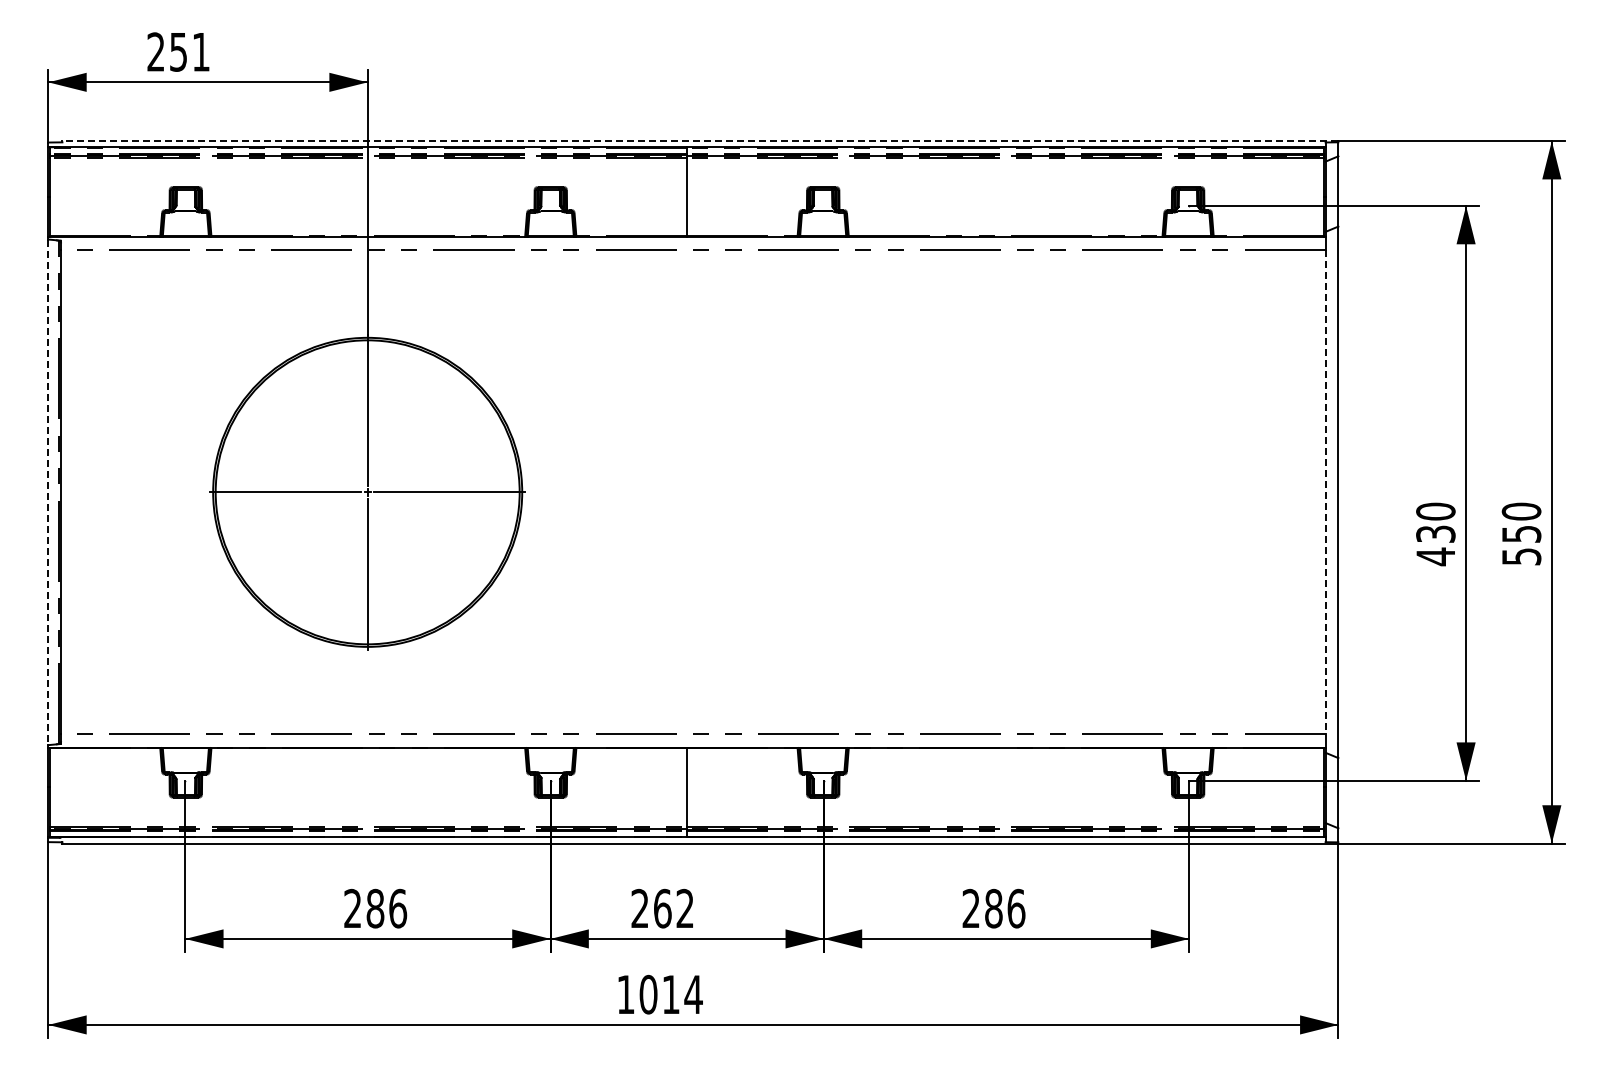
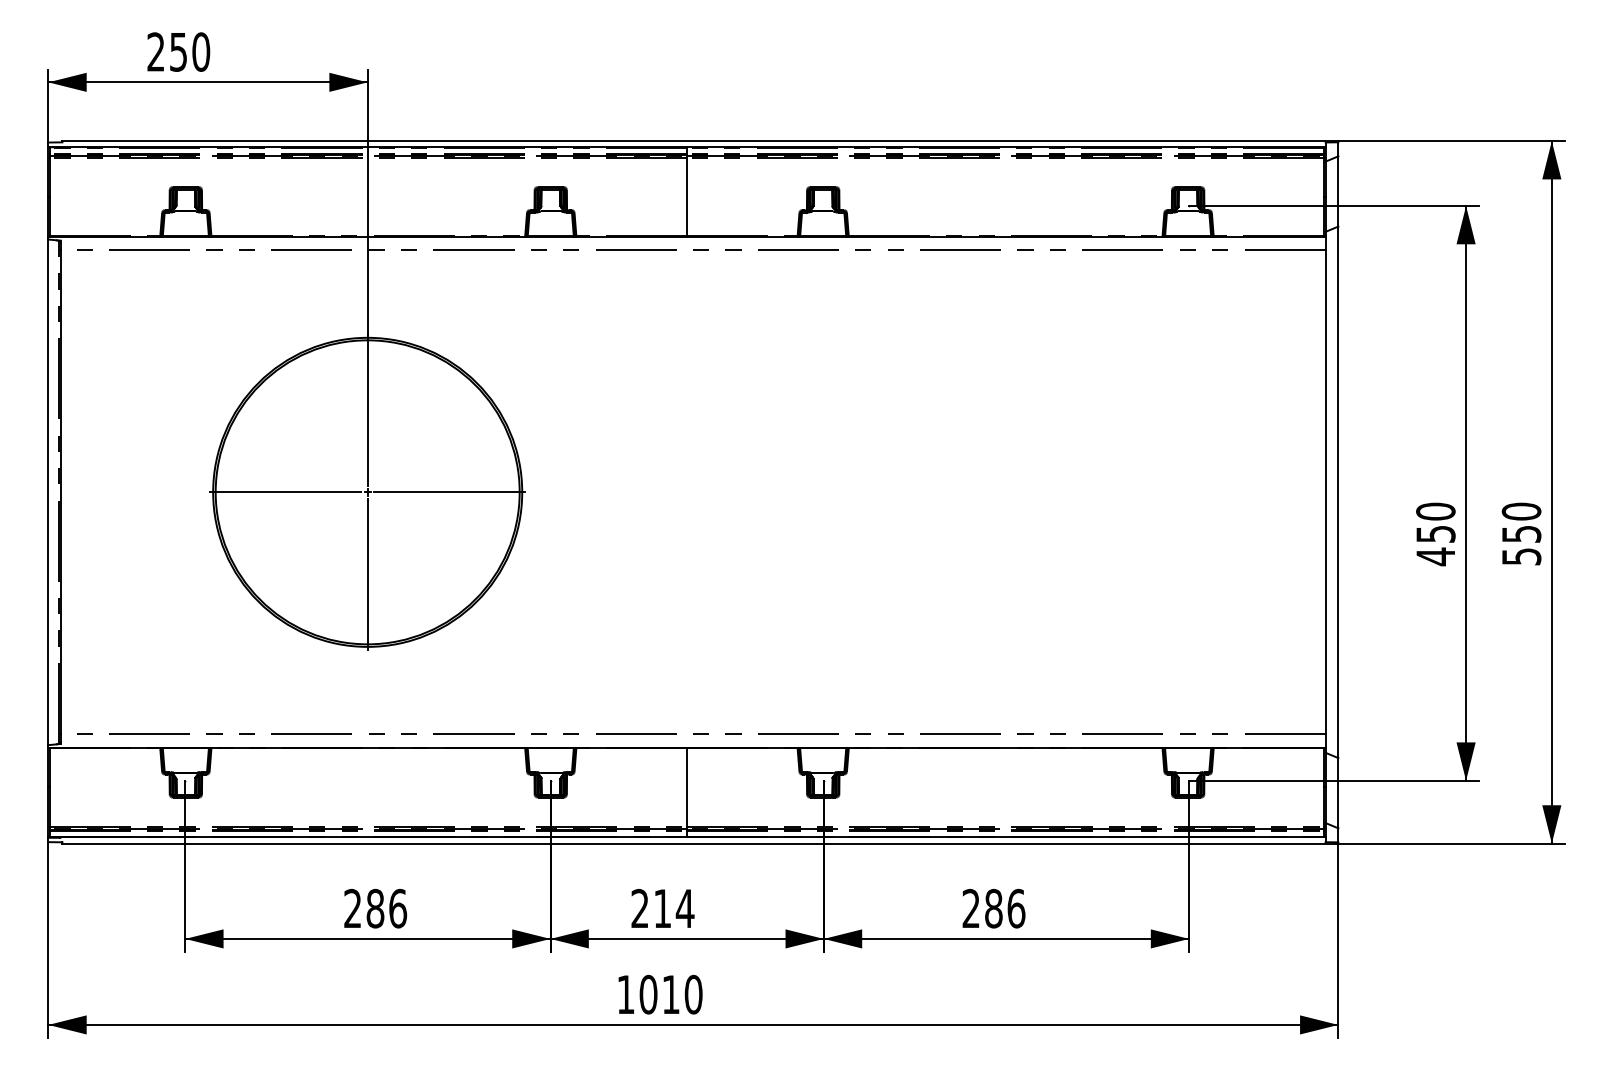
text at (201, 51): 251 -> 250
line at (700, 141): dashed -> solid
line at (48, 492): dashed -> solid
line at (1325, 492): dashed -> solid
text at (1435, 533): 430 -> 450
text at (674, 908): 262 -> 214
text at (693, 994): 1014 -> 1010
